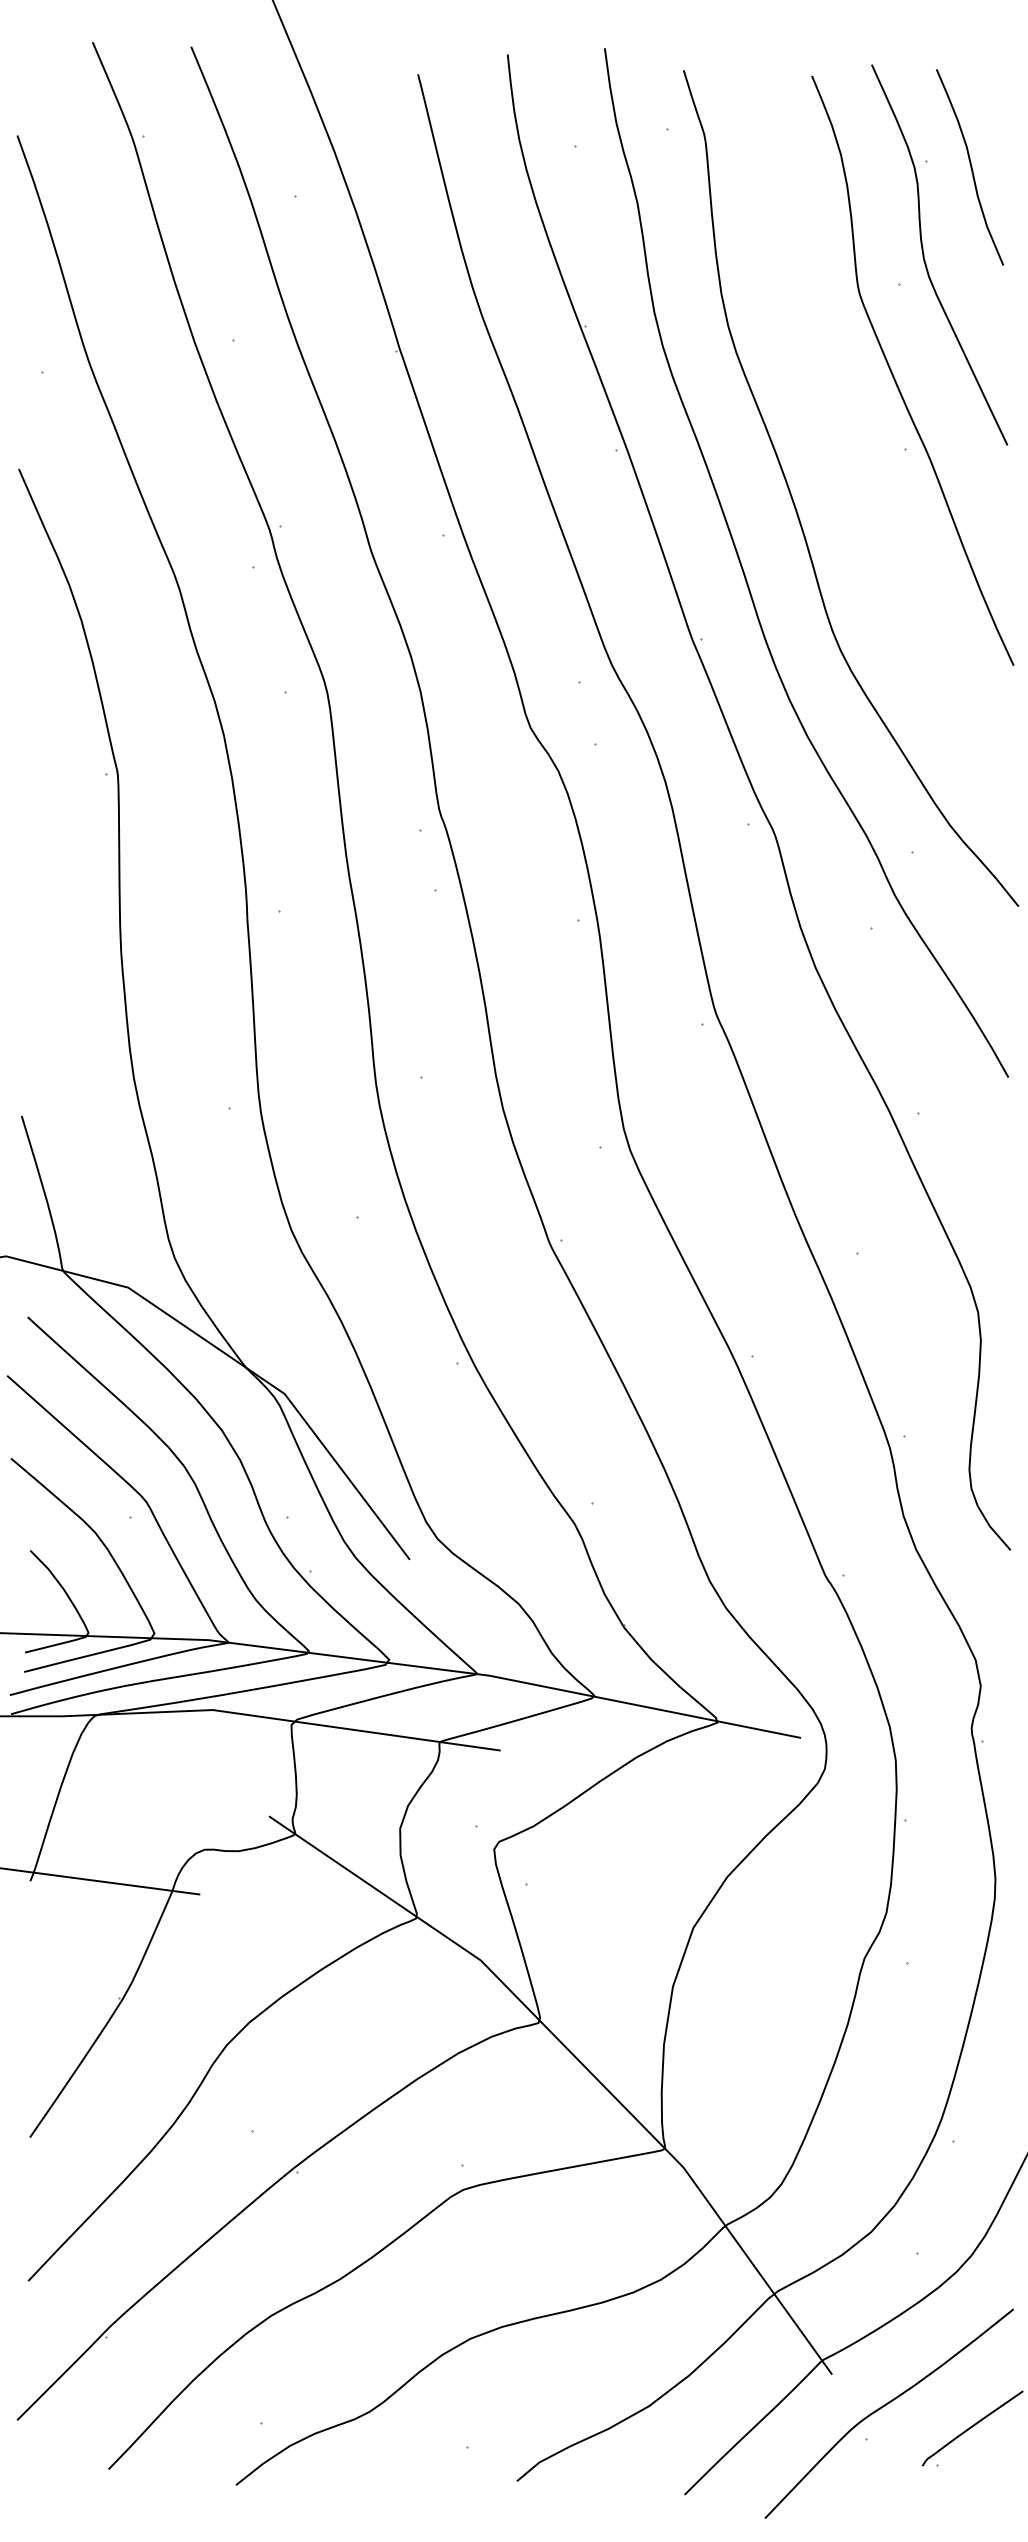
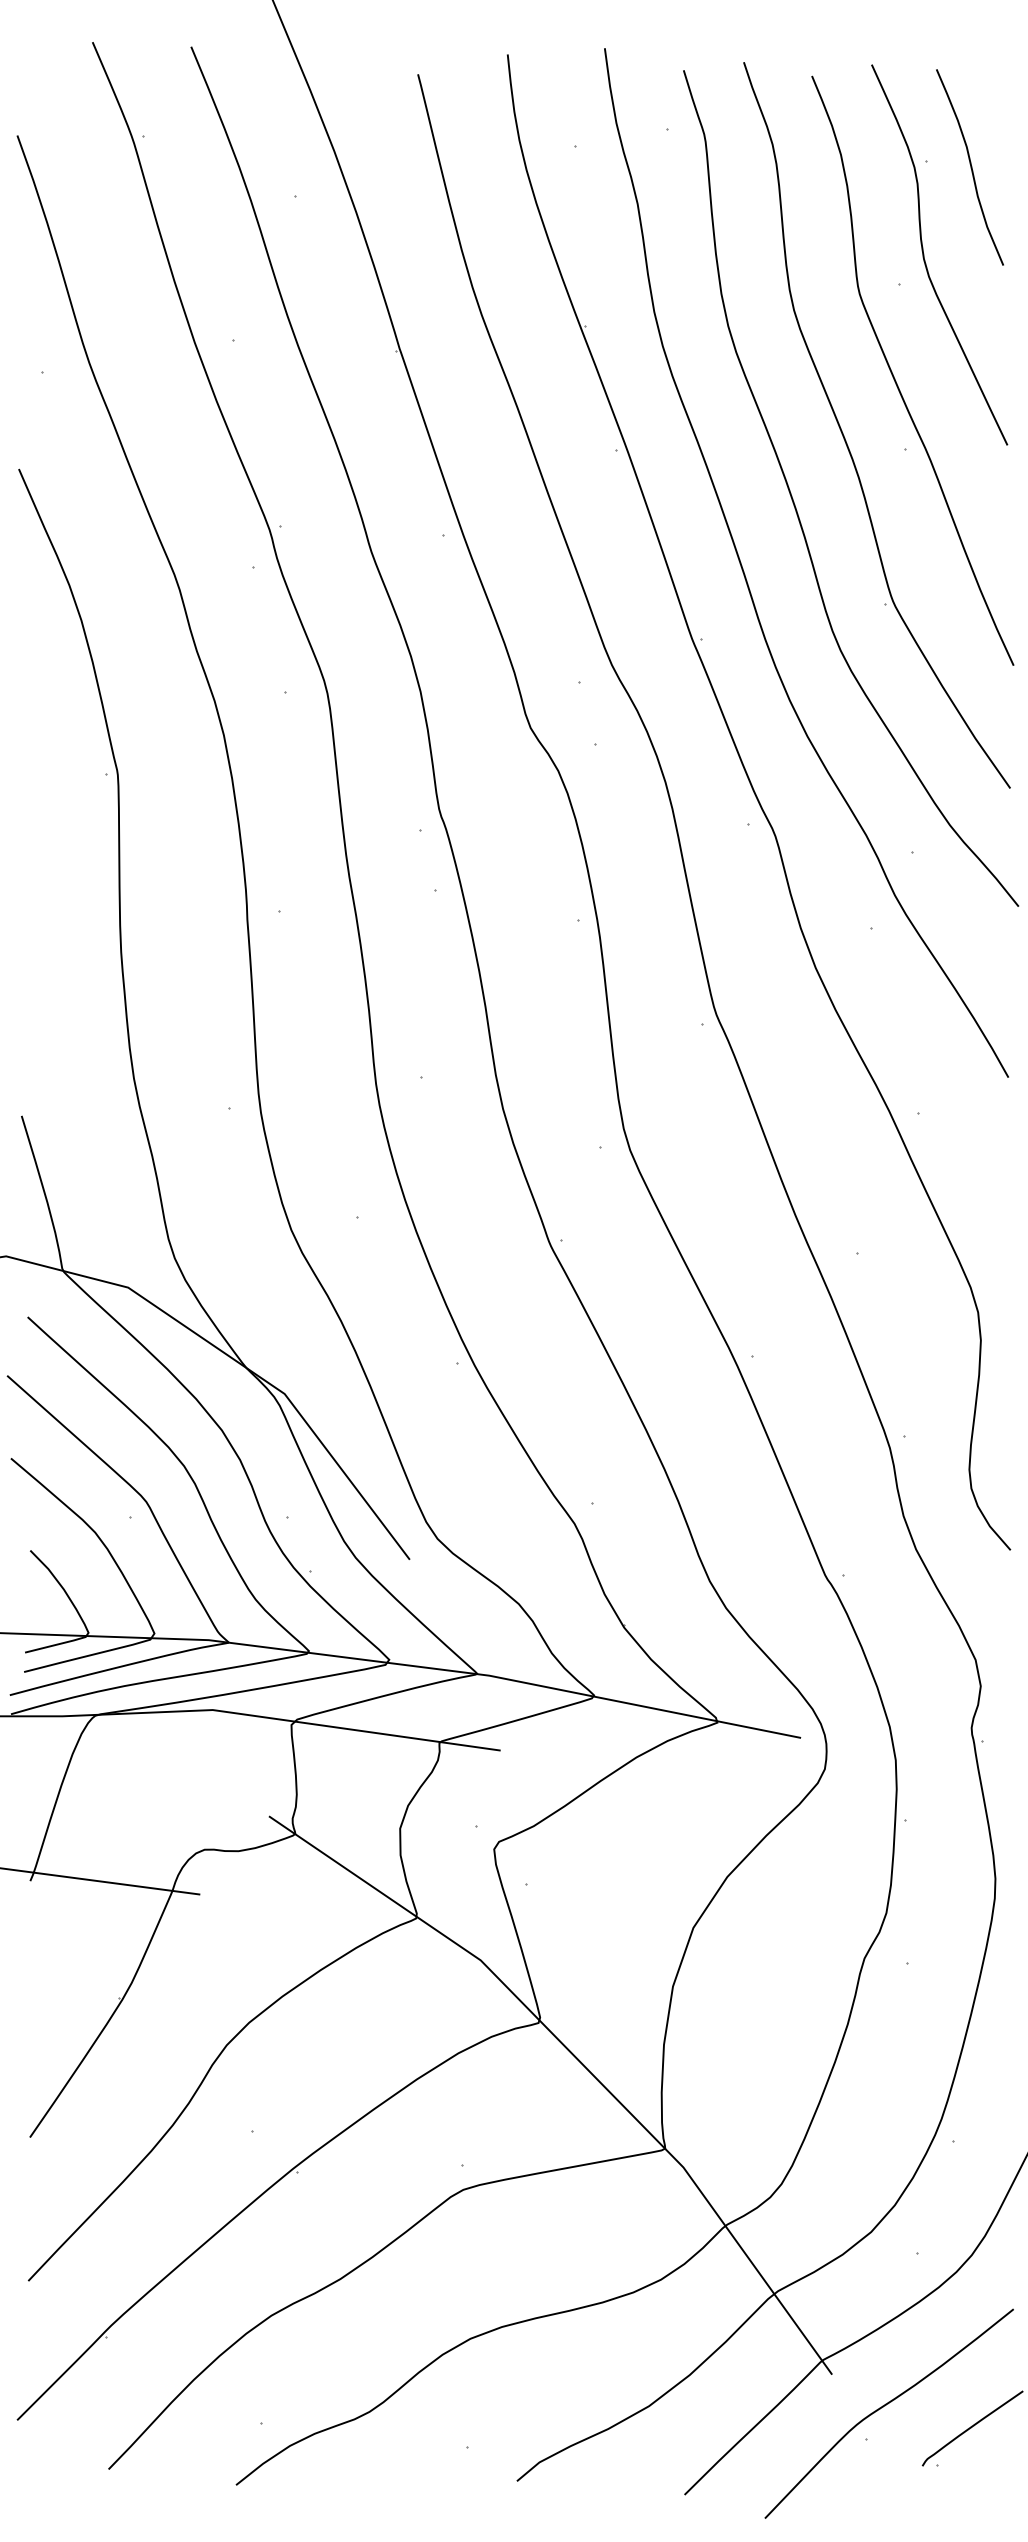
part at (844, 435): none -> present
